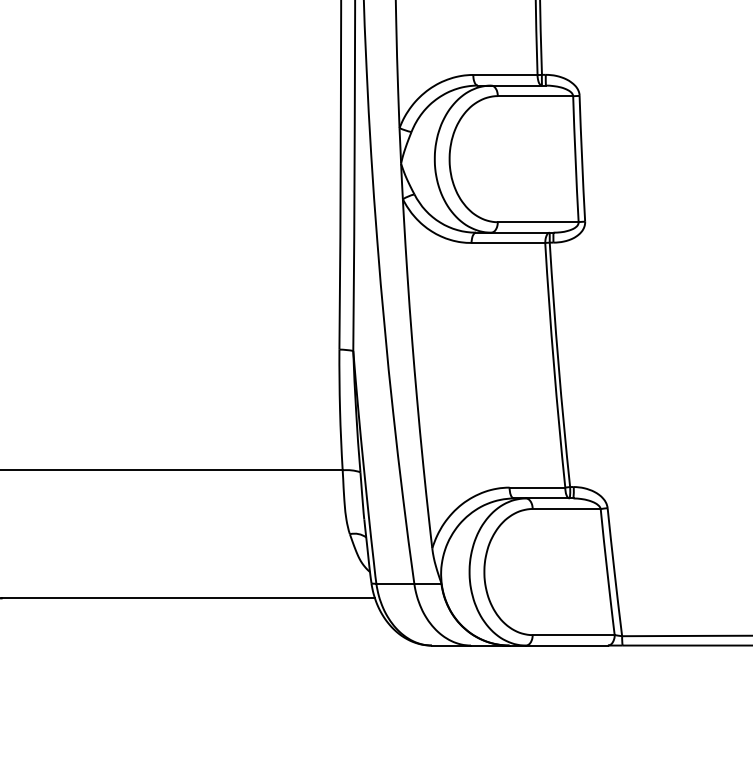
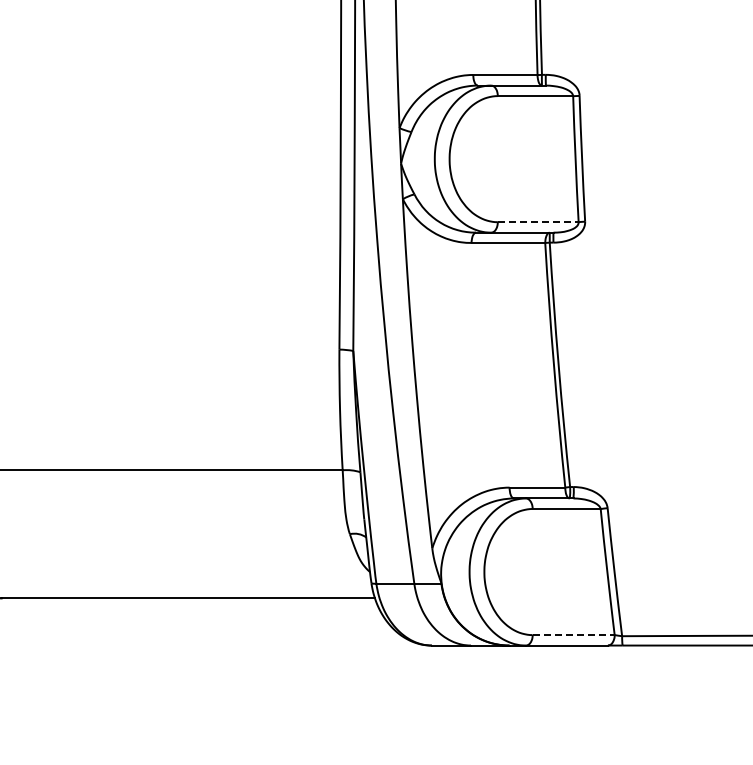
line at (538, 222): solid -> dashed
line at (574, 635): solid -> dashed
